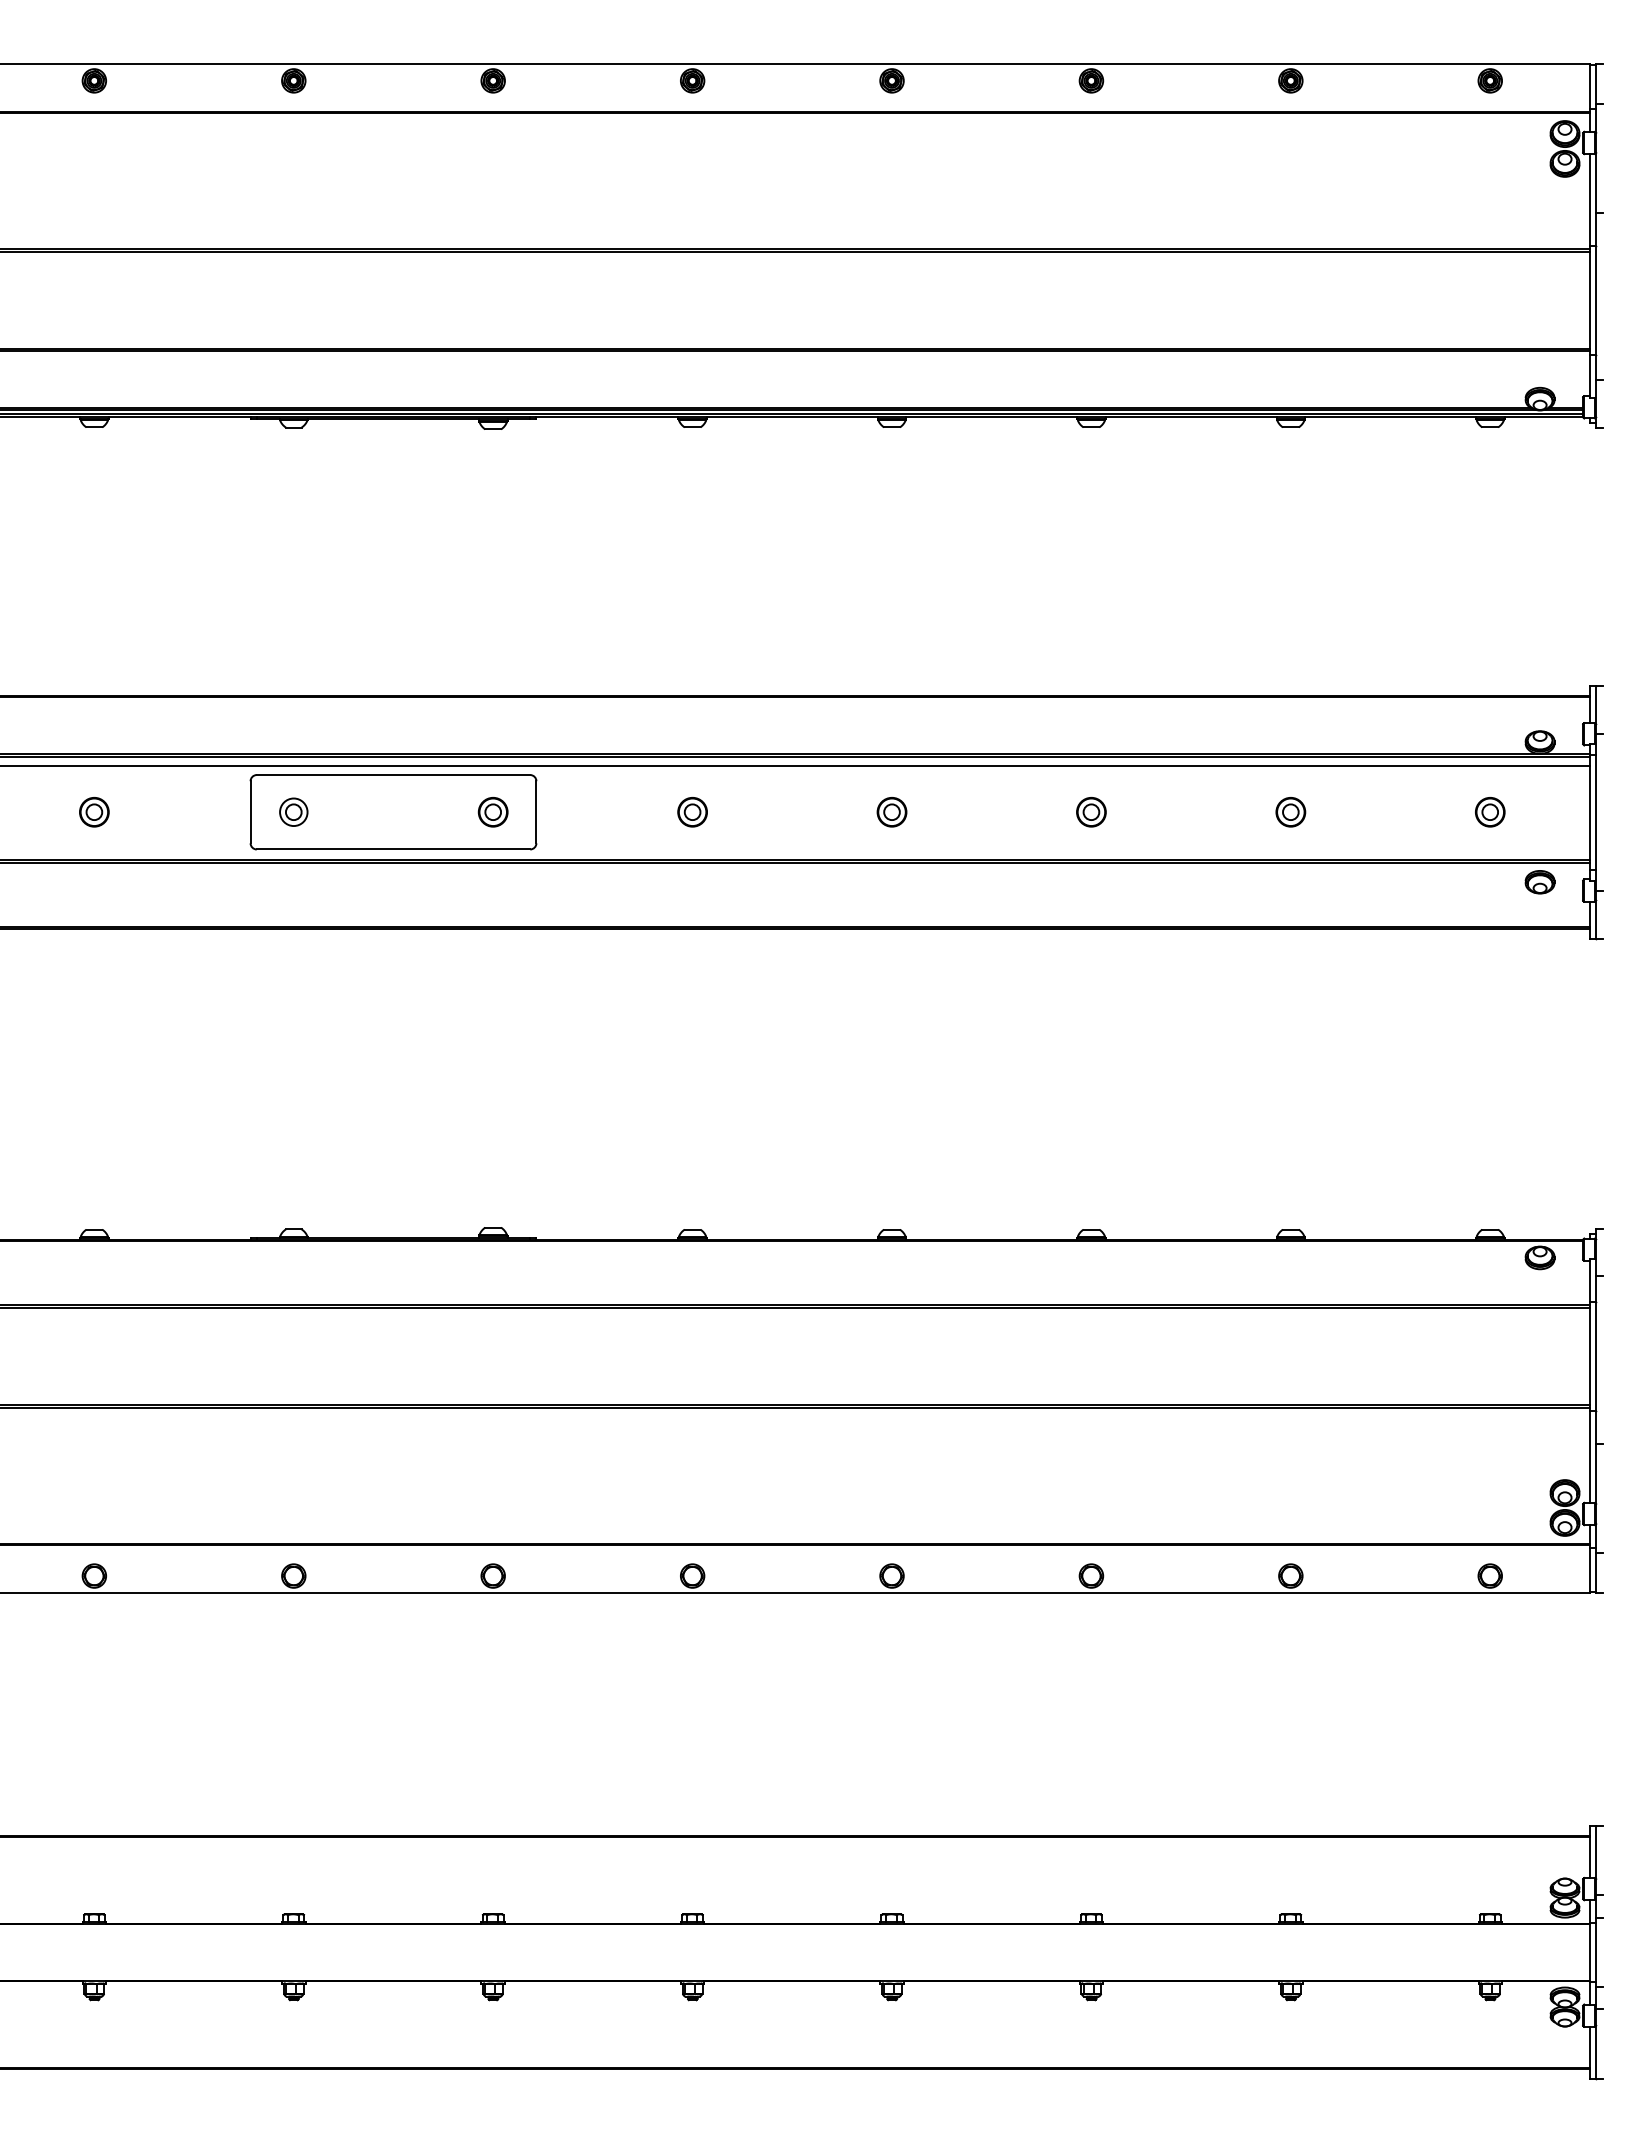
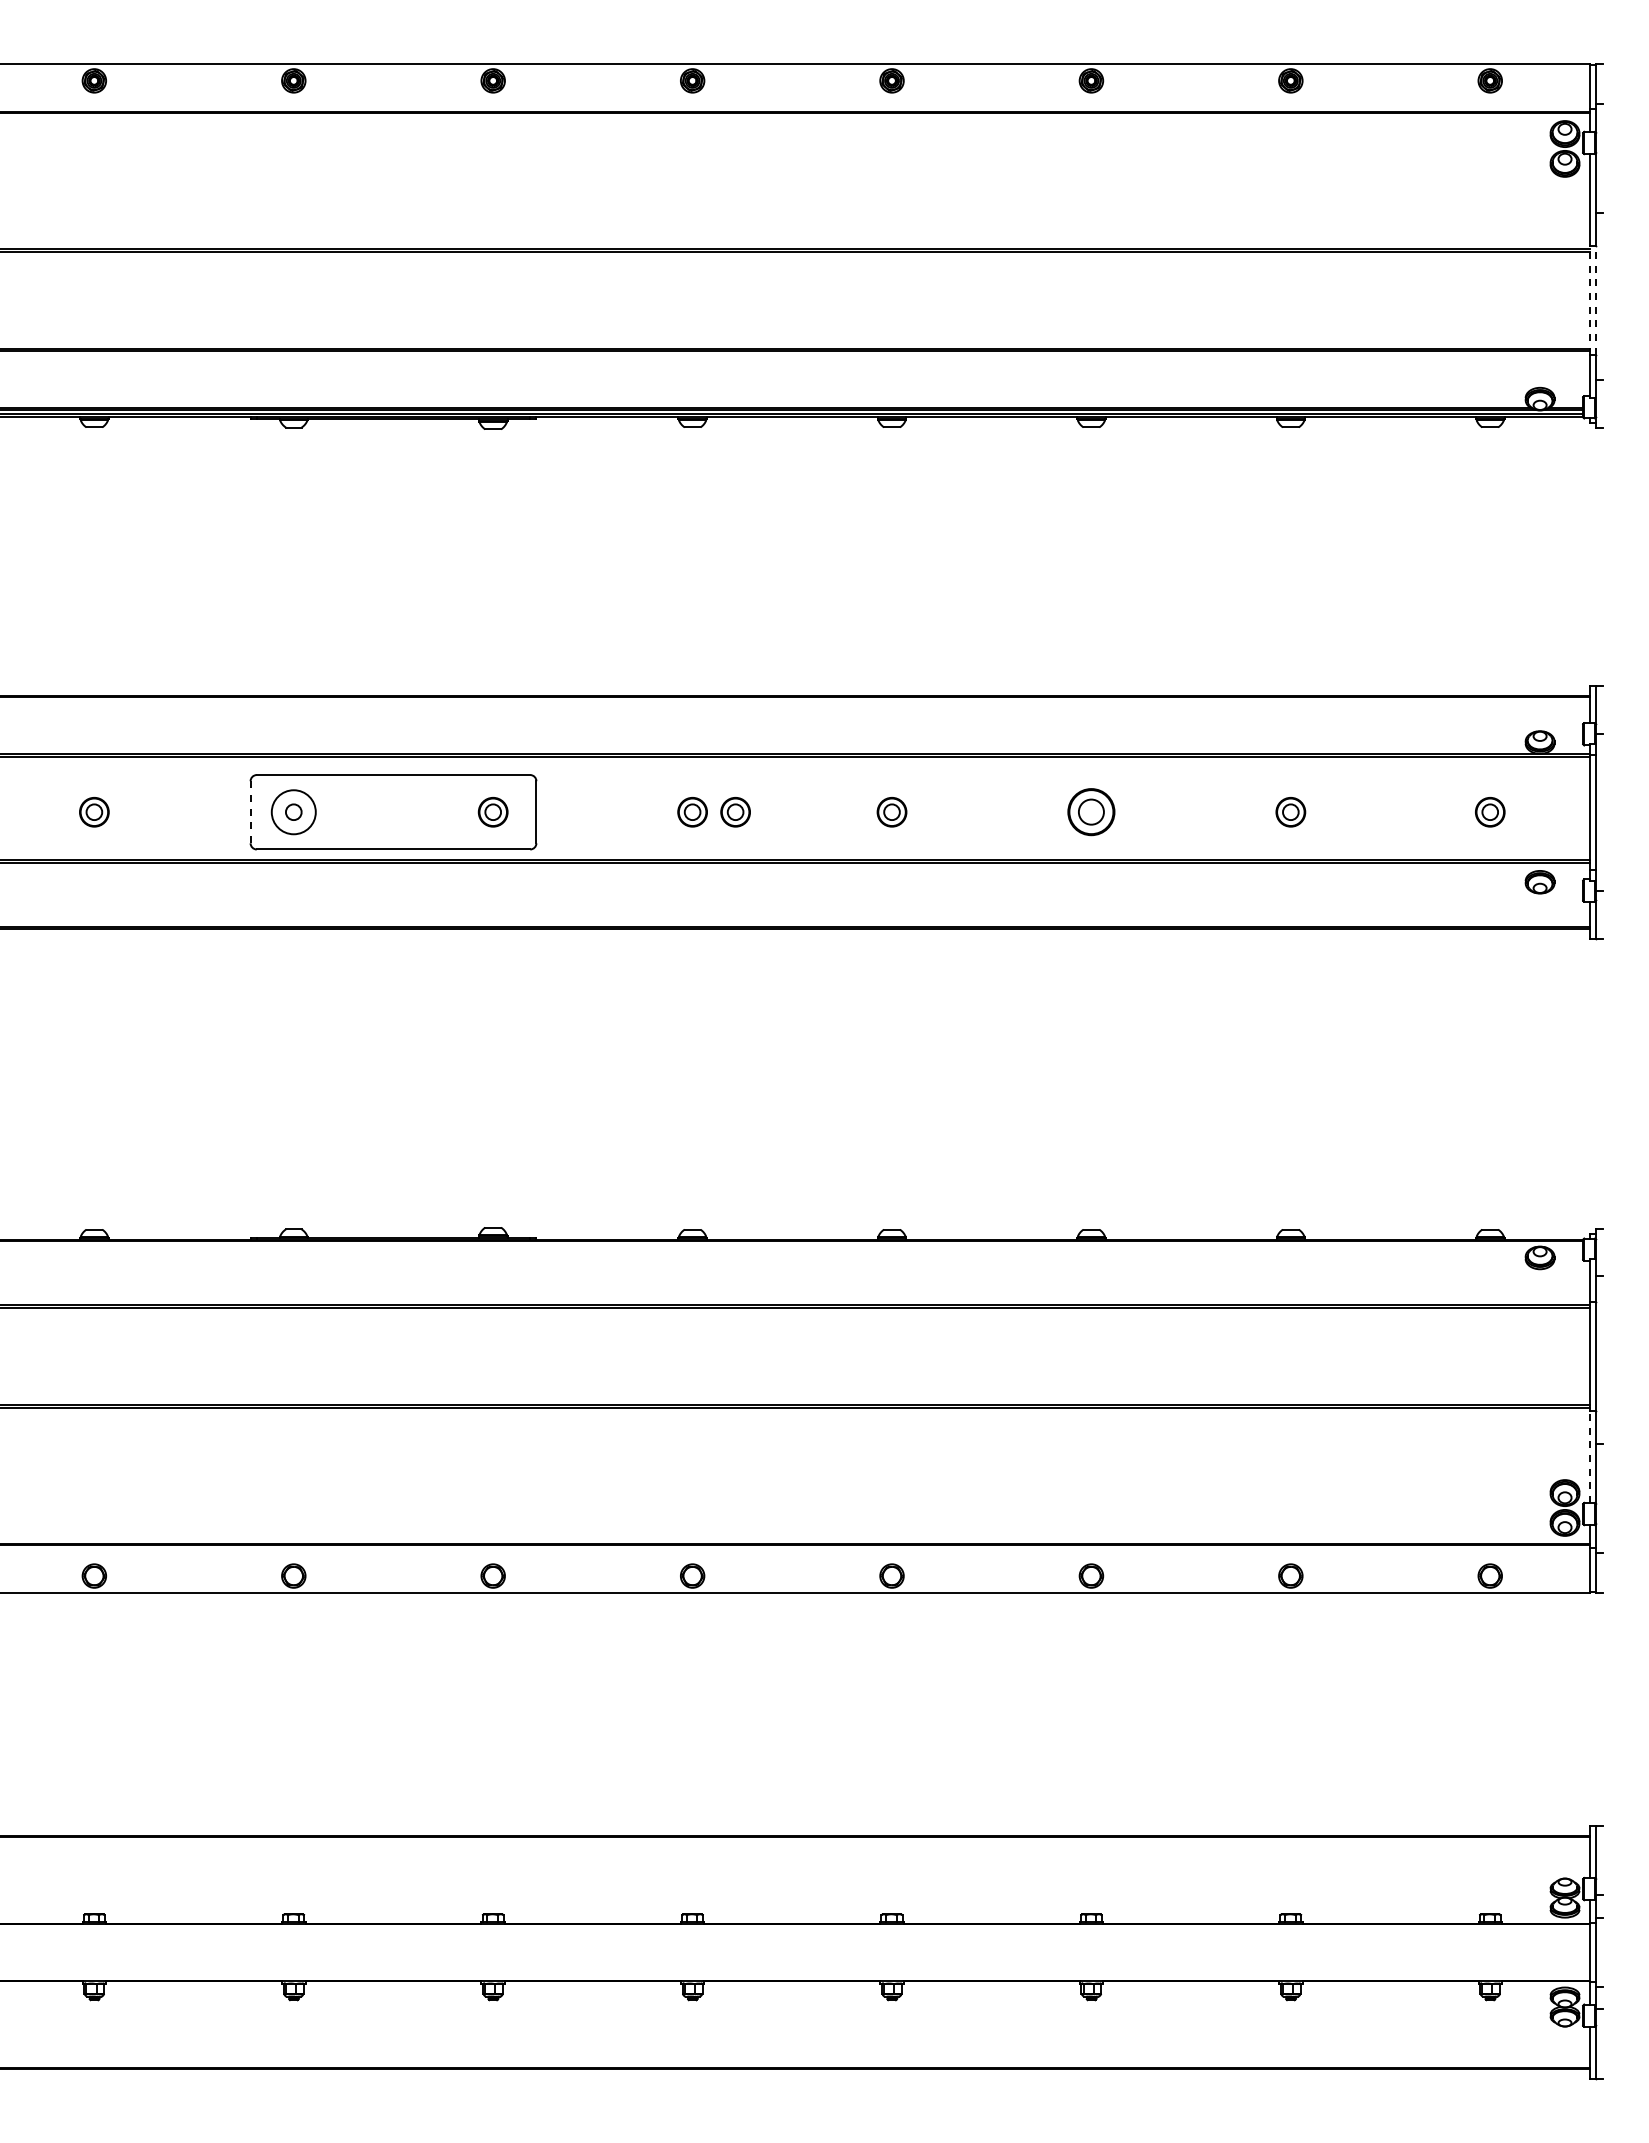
line at (1589, 299): solid -> dashed
line at (1596, 299): solid -> dashed
line at (795, 766): present -> none
line at (250, 812): solid -> dashed
circle at (293, 812) diameter: 28 px -> 44 px
part at (735, 812): none -> present
part at (1091, 812) size: 31x31 px -> 49x49 px
line at (1589, 1456): solid -> dashed
